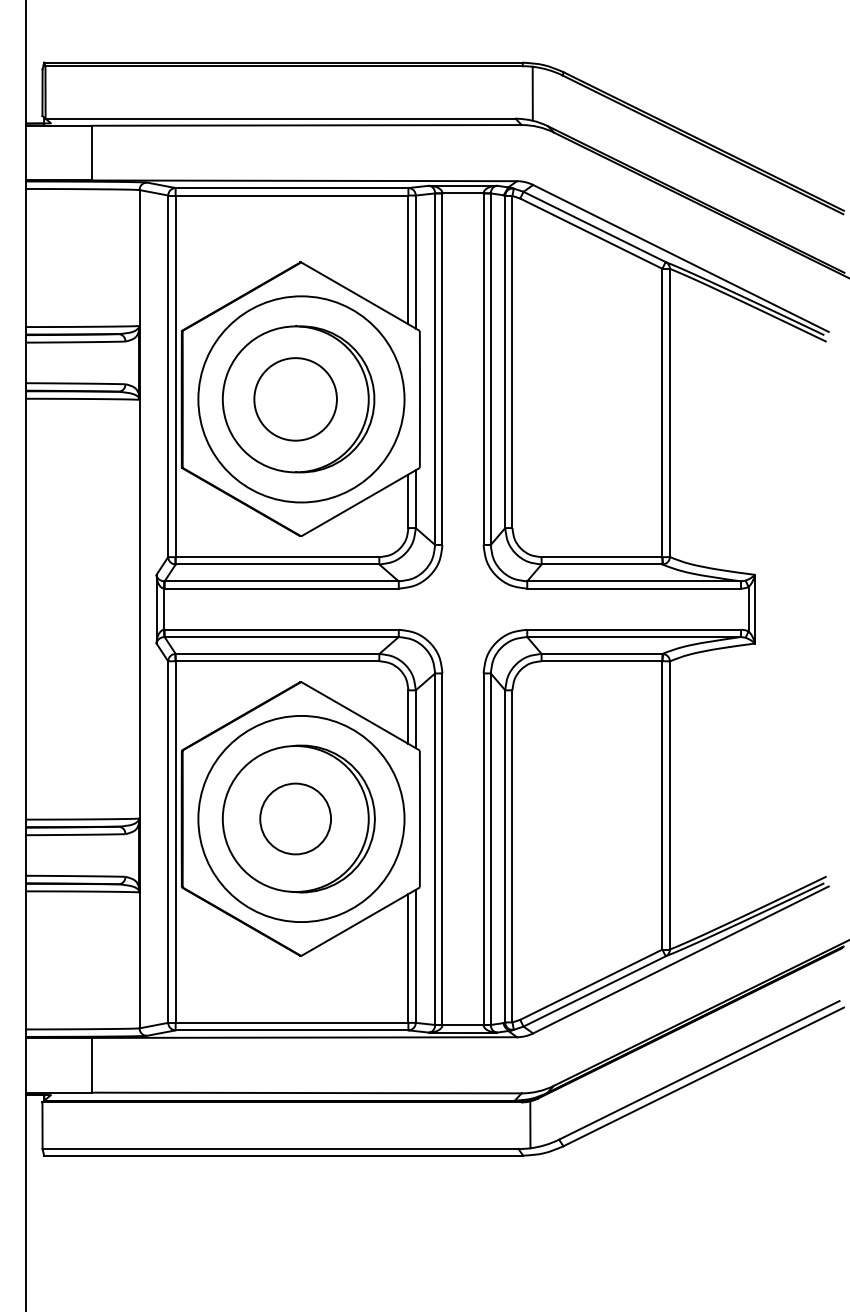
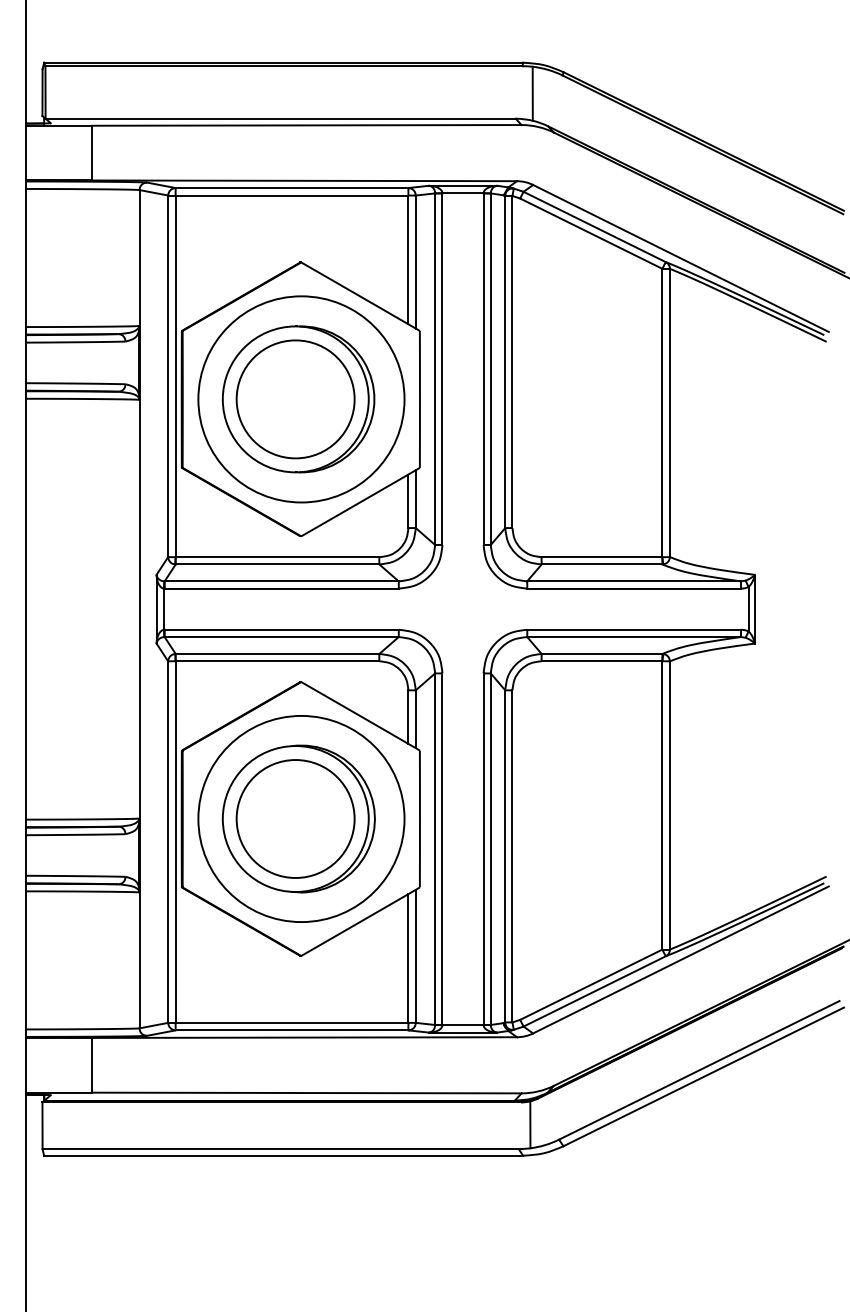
circle at (295, 399) diameter: 83 px -> 118 px
circle at (295, 818) diameter: 71 px -> 118 px
